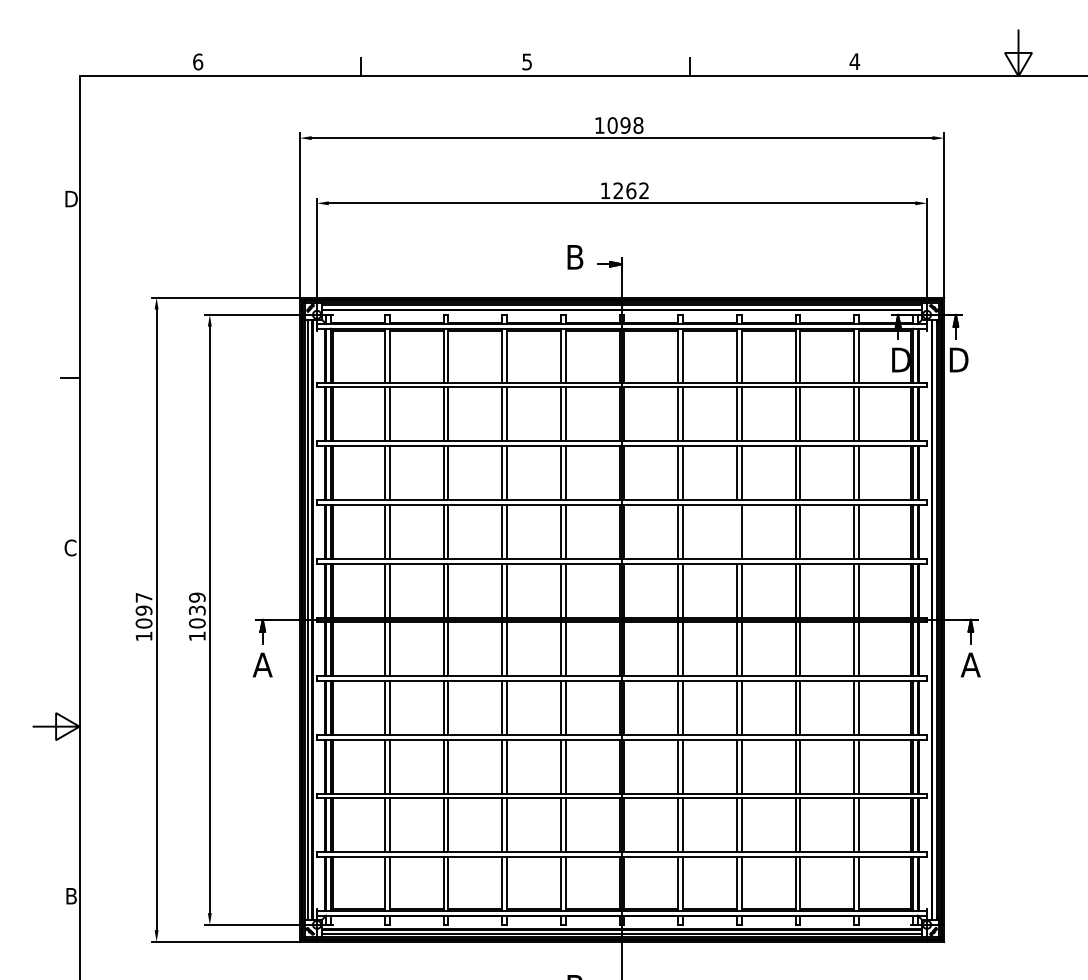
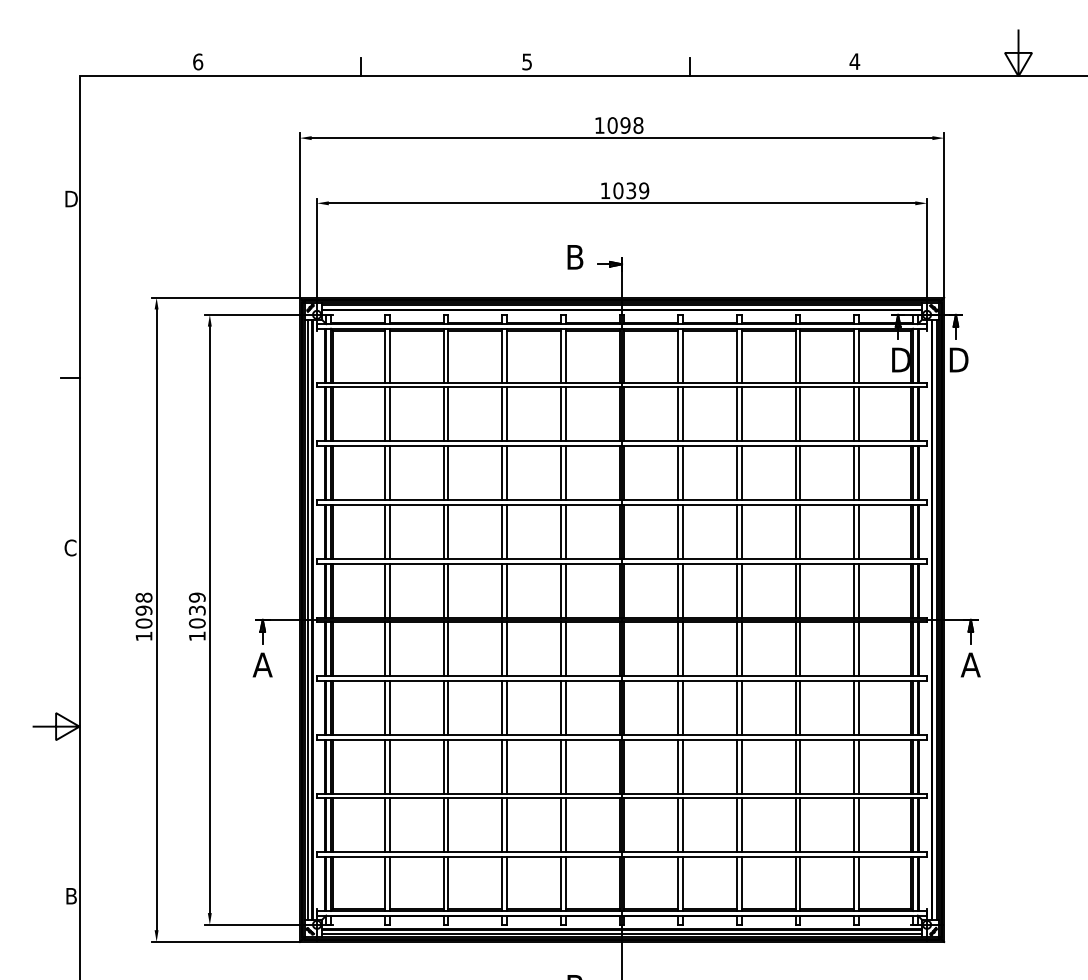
text at (631, 190): 1262 -> 1039
line at (737, 531): none -> present
text at (143, 597): 1097 -> 1098
